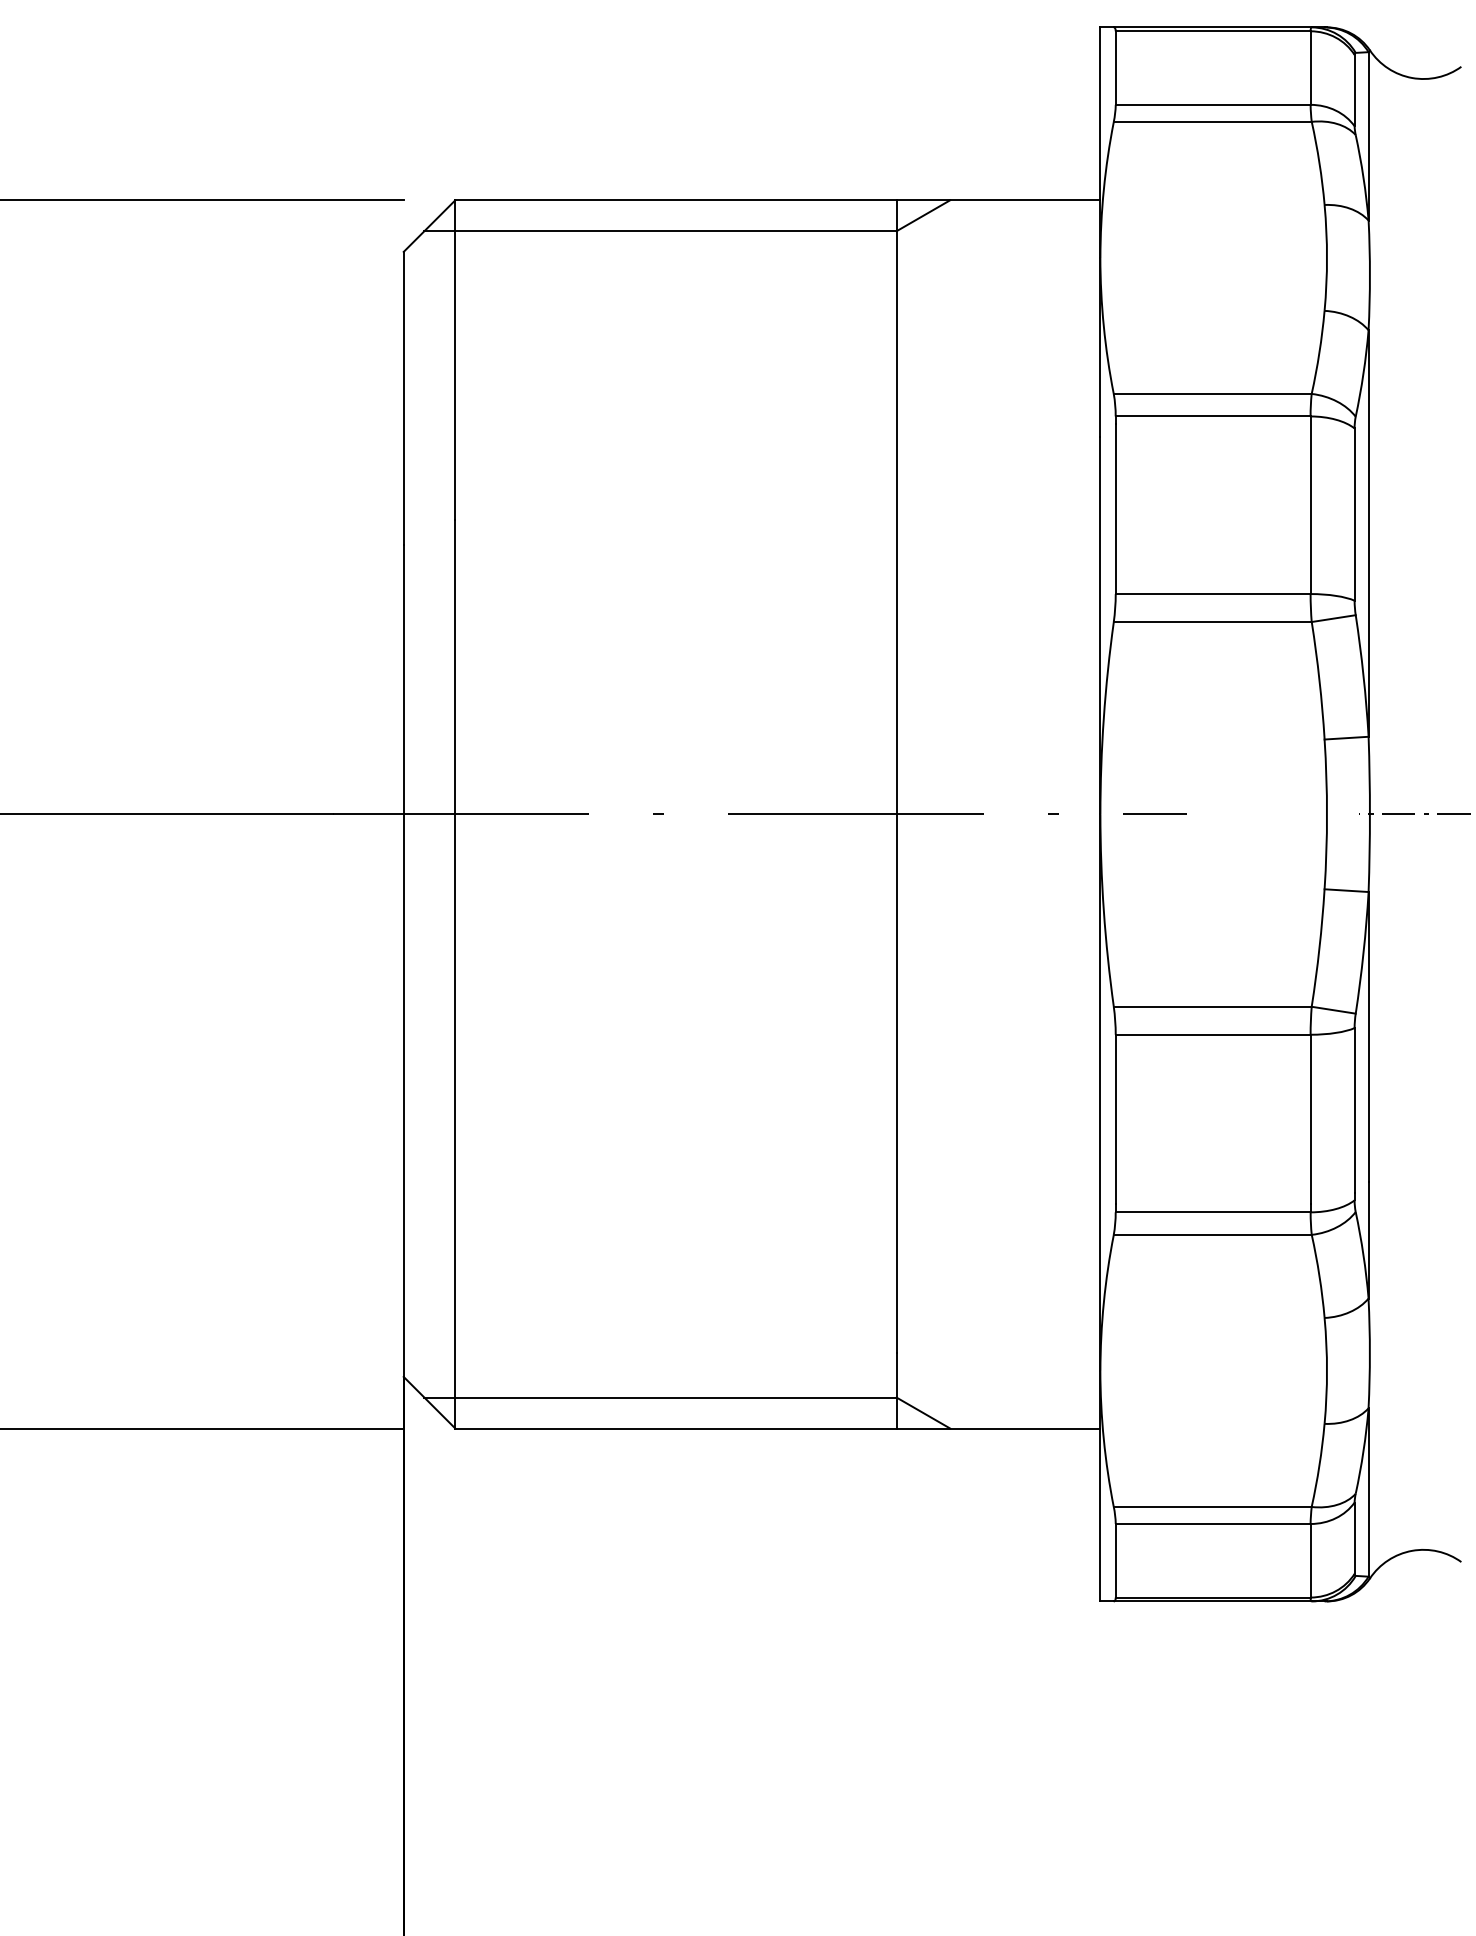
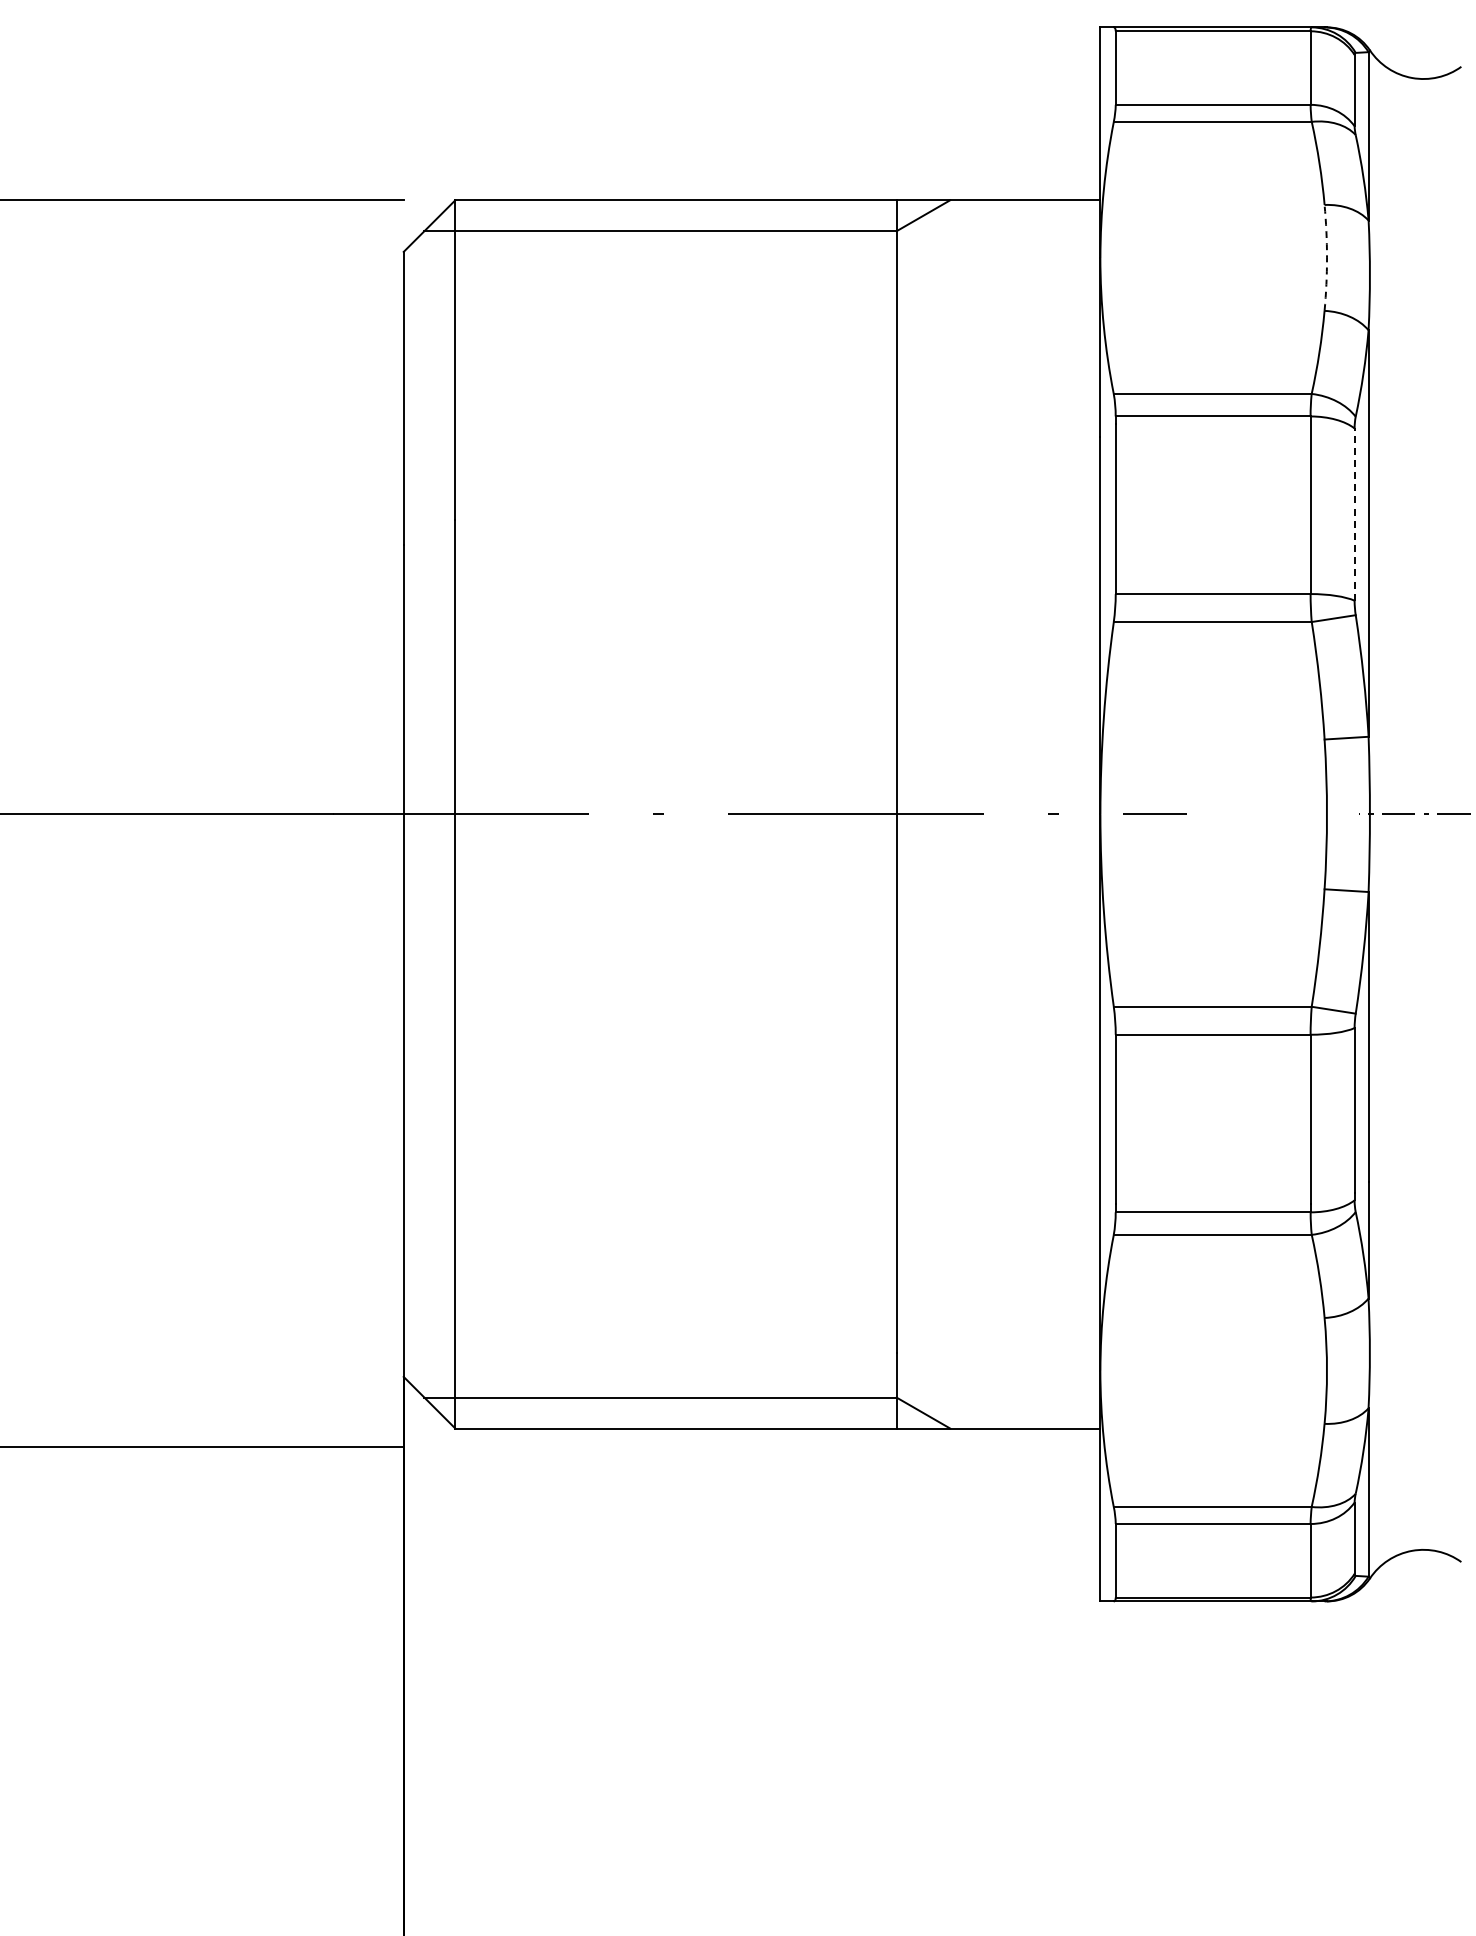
arc at (1327, 257): solid -> dashed
line at (1354, 514): solid -> dashed
line at (202, 1428) position: (202, 1428) -> (202, 1446)
